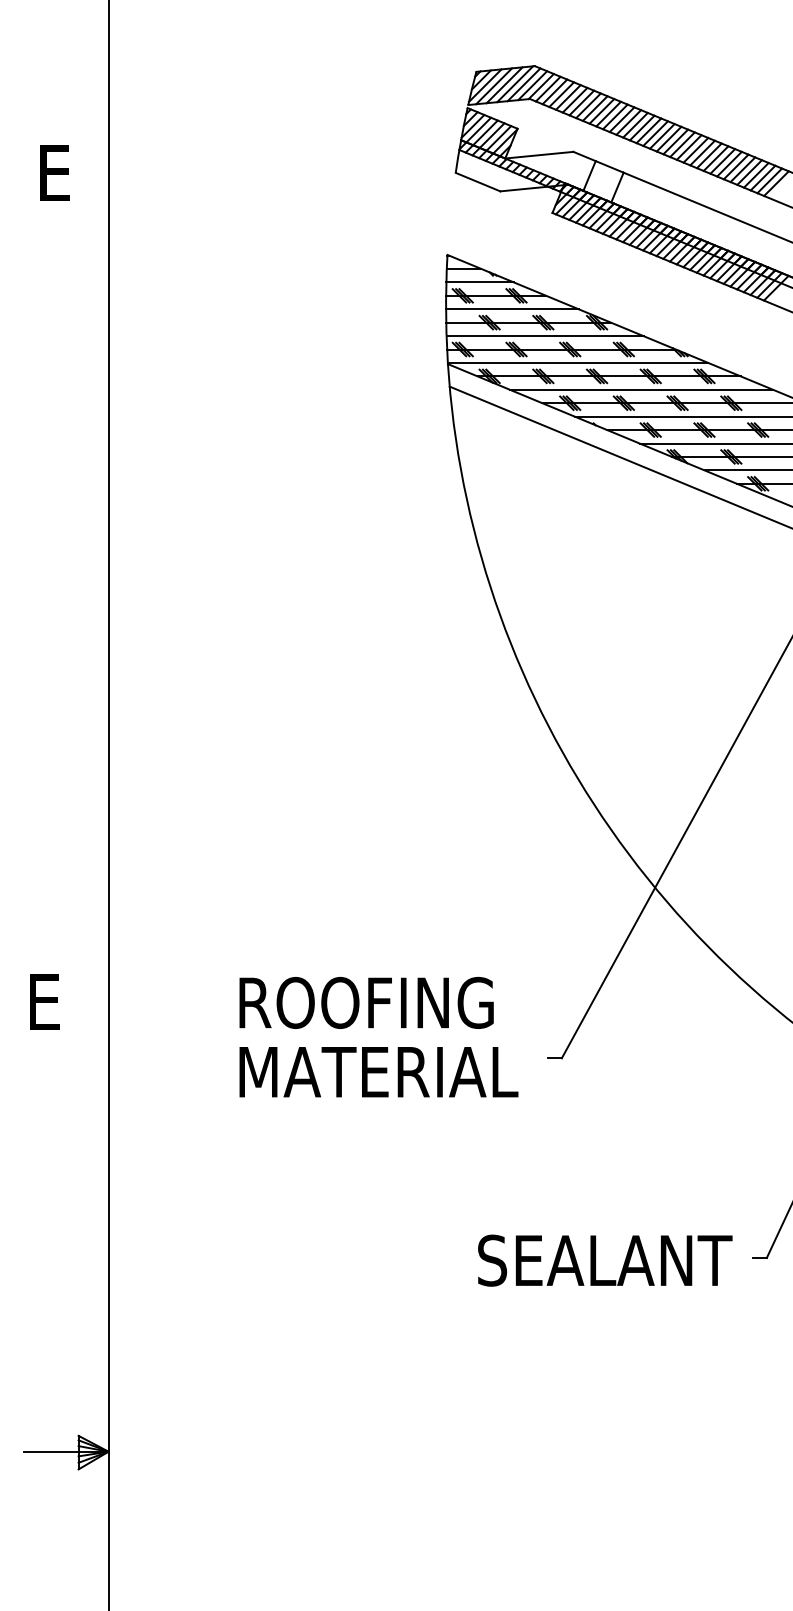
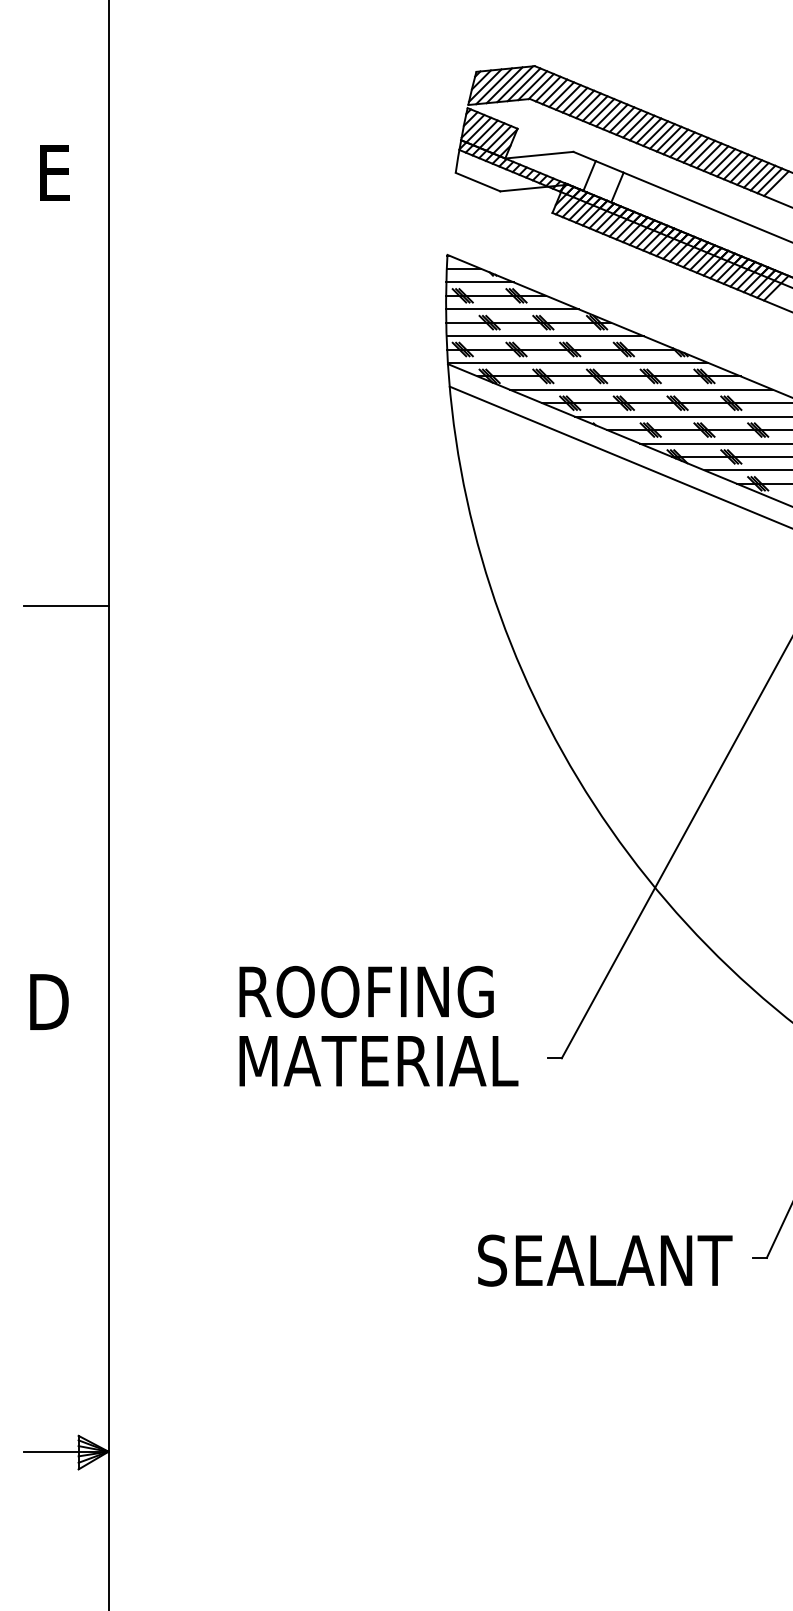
line at (66, 605): none -> present
text at (49, 1001): E -> D
text at (378, 1036) position: (378, 1036) -> (378, 1025)
